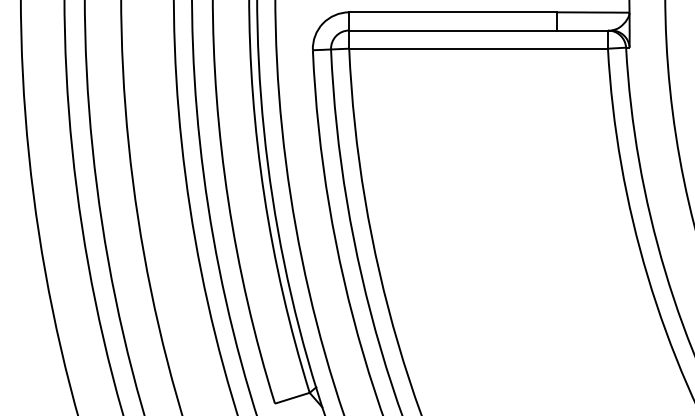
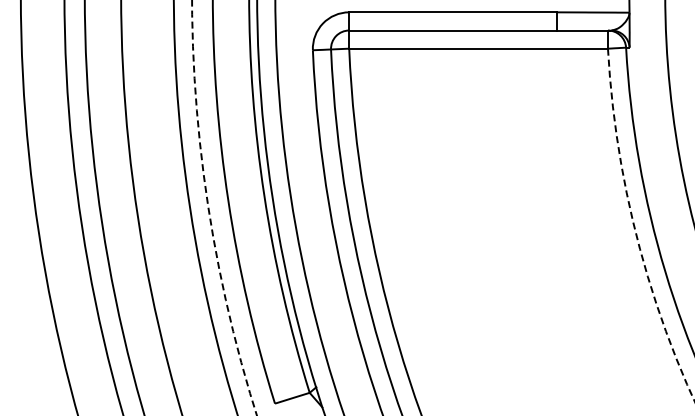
arc at (209, 211): solid -> dashed
arc at (634, 228): solid -> dashed
